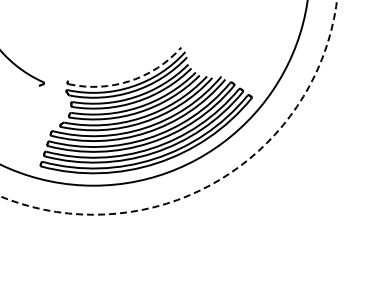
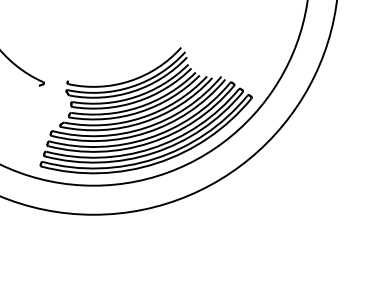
arc at (129, 81): dashed -> solid
circle at (168, 107): dashed -> solid
